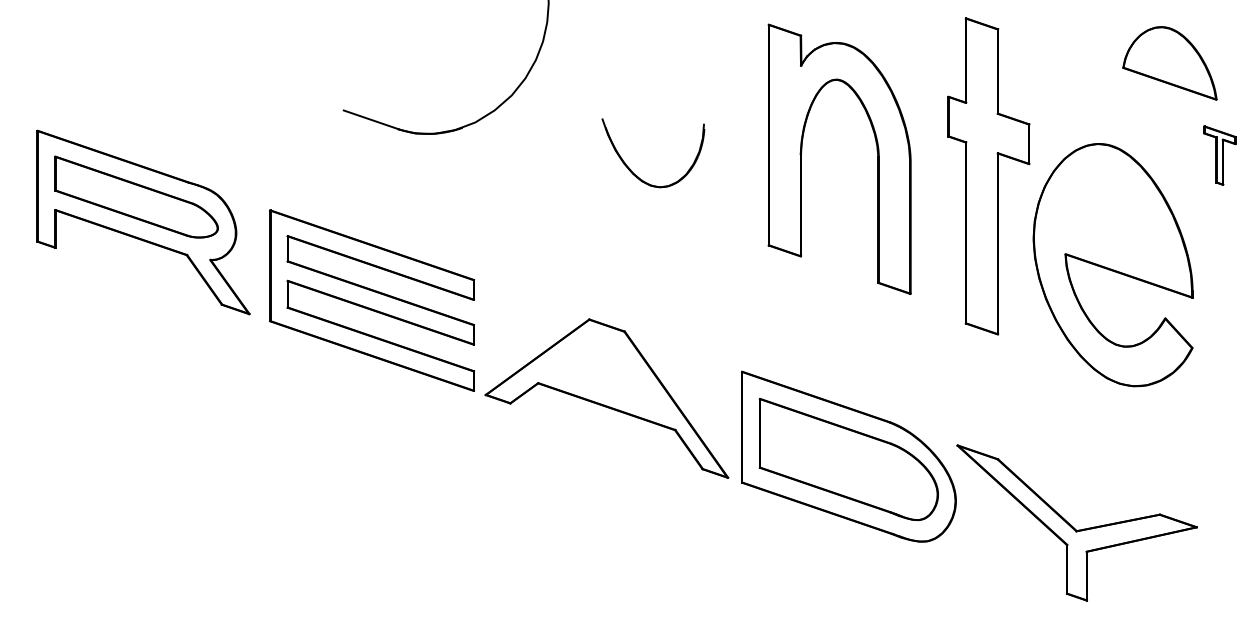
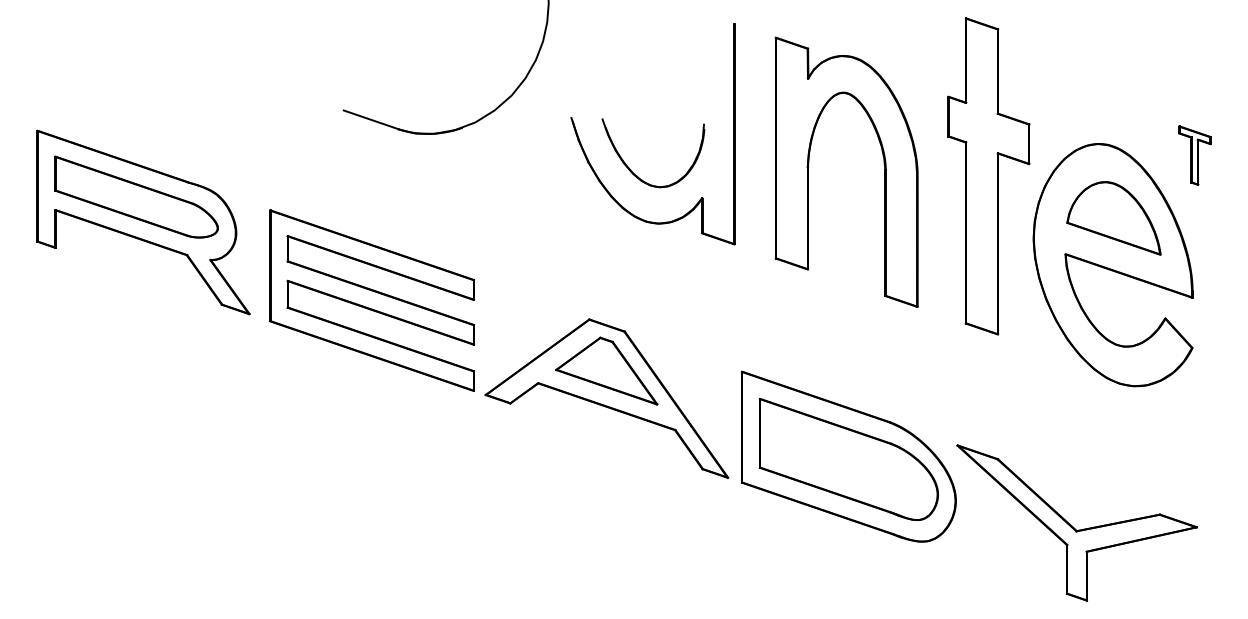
part at (1169, 63) position: (1169, 63) -> (1113, 218)
part at (802, 151) position: (802, 151) -> (809, 164)
part at (1219, 155) position: (1219, 155) -> (1194, 155)
part at (595, 171): none -> present
part at (606, 370): none -> present
